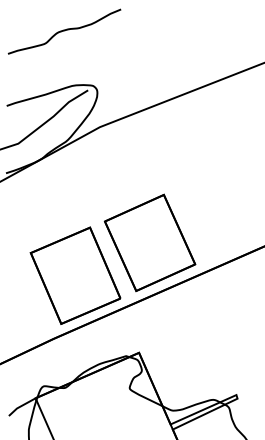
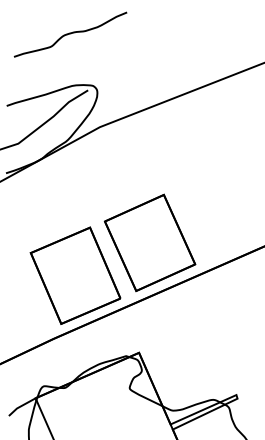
curve at (64, 31) position: (64, 31) -> (70, 34)
